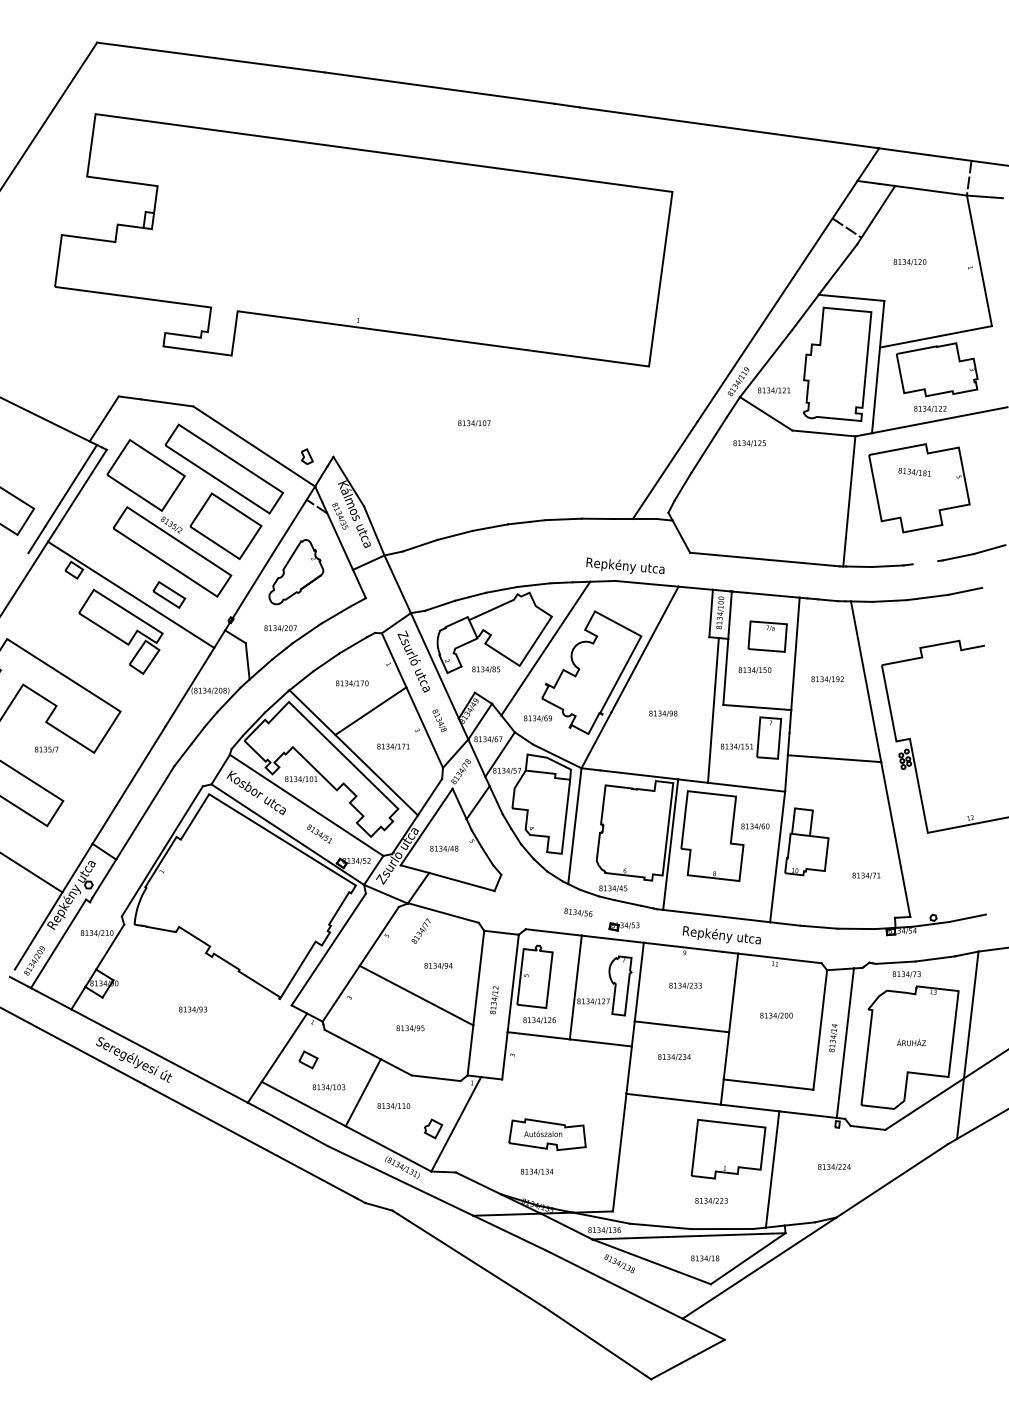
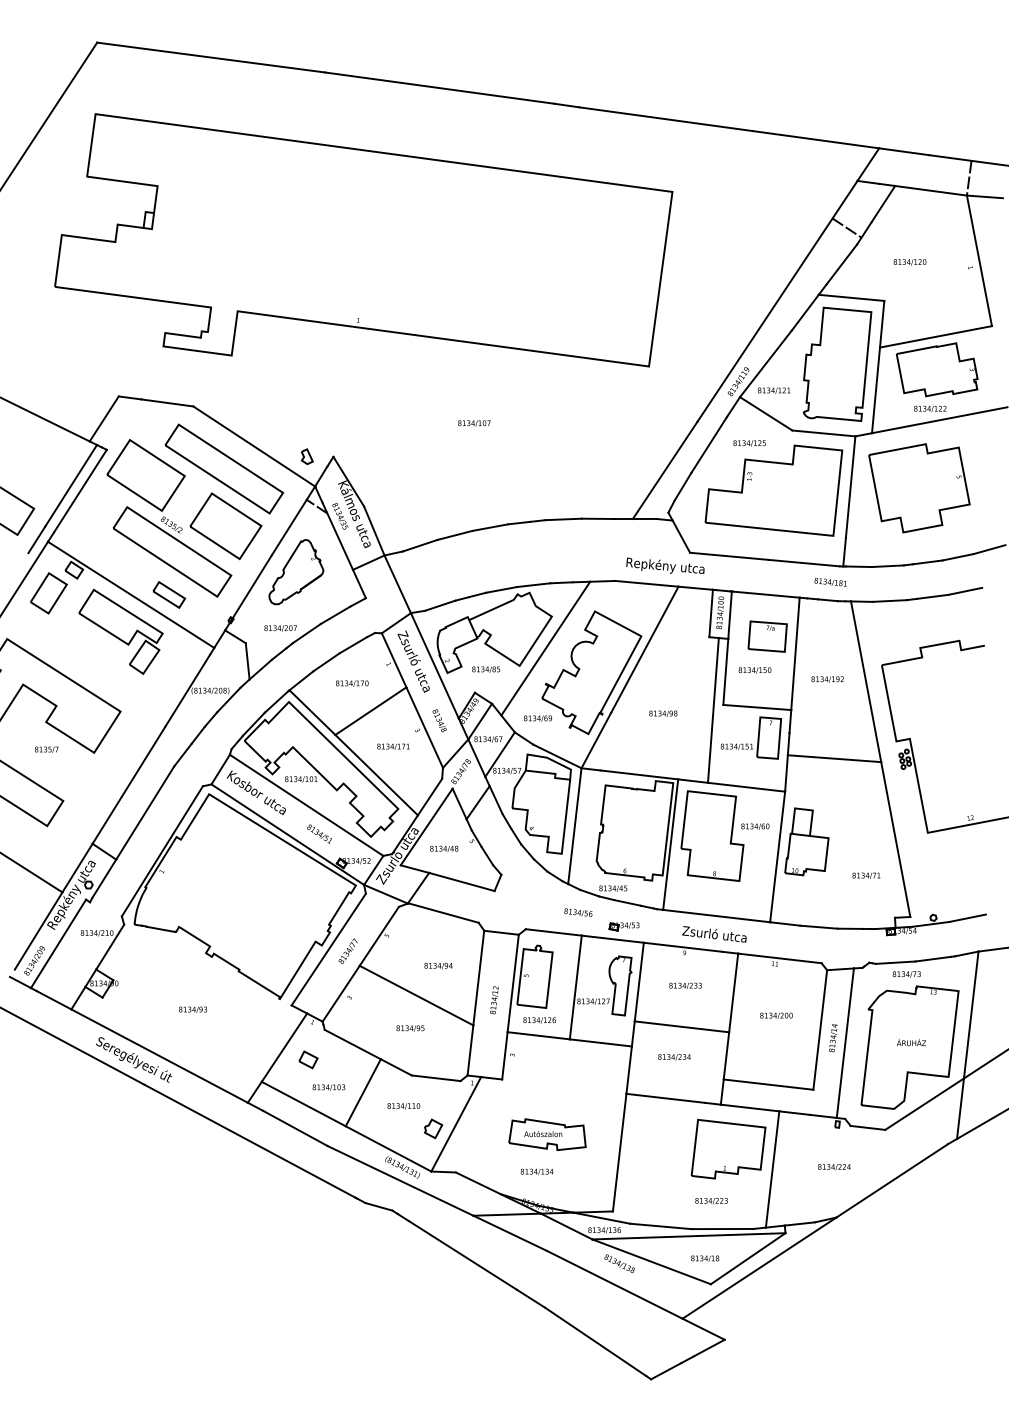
text at (914, 471) position: (914, 471) -> (830, 581)
part at (773, 490): none -> present
line at (925, 562): none -> present
text at (625, 565) position: (625, 565) -> (665, 565)
part at (48, 593): none -> present
text at (420, 930) position: (420, 930) -> (347, 950)
text at (721, 935): Repkény utca -> Zsurló utca
text at (393, 1106) position: (393, 1106) -> (403, 1106)
